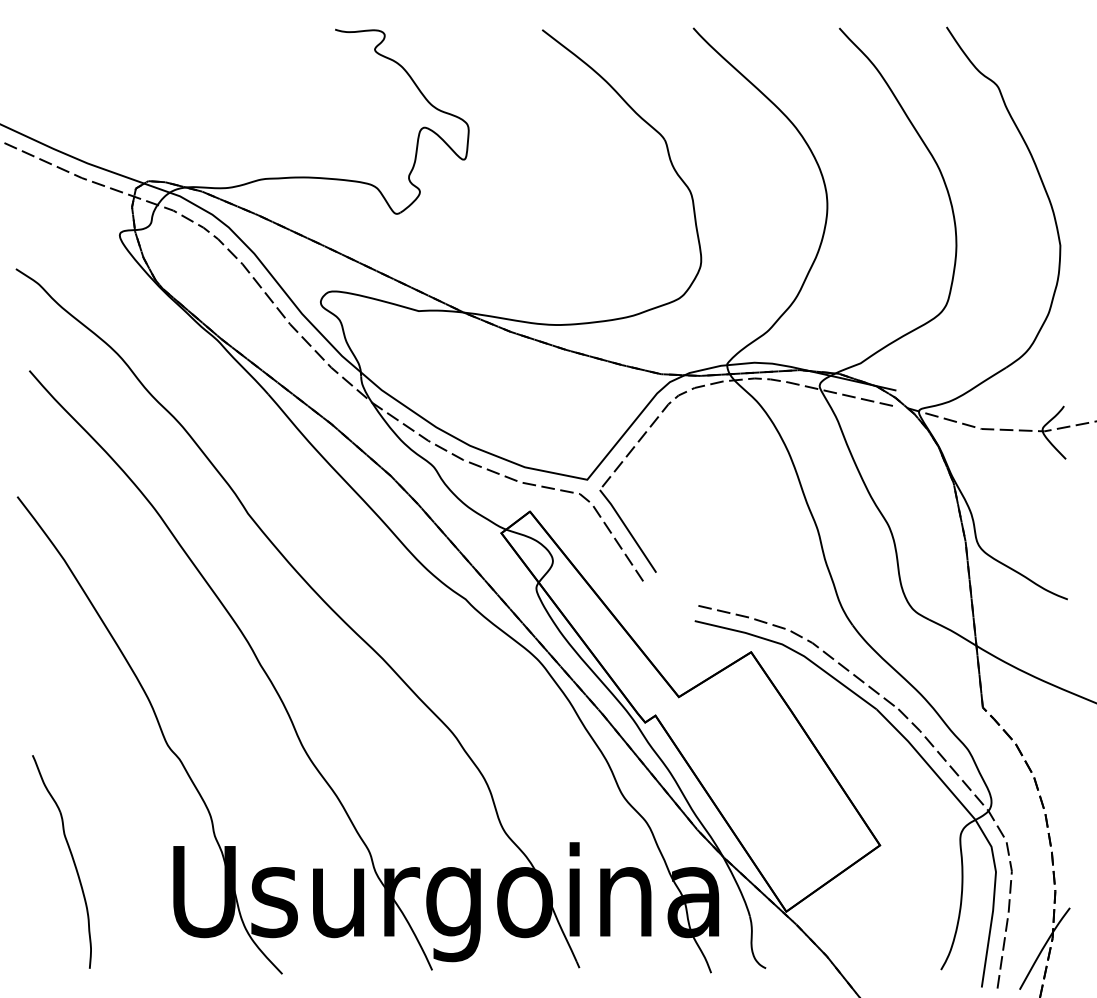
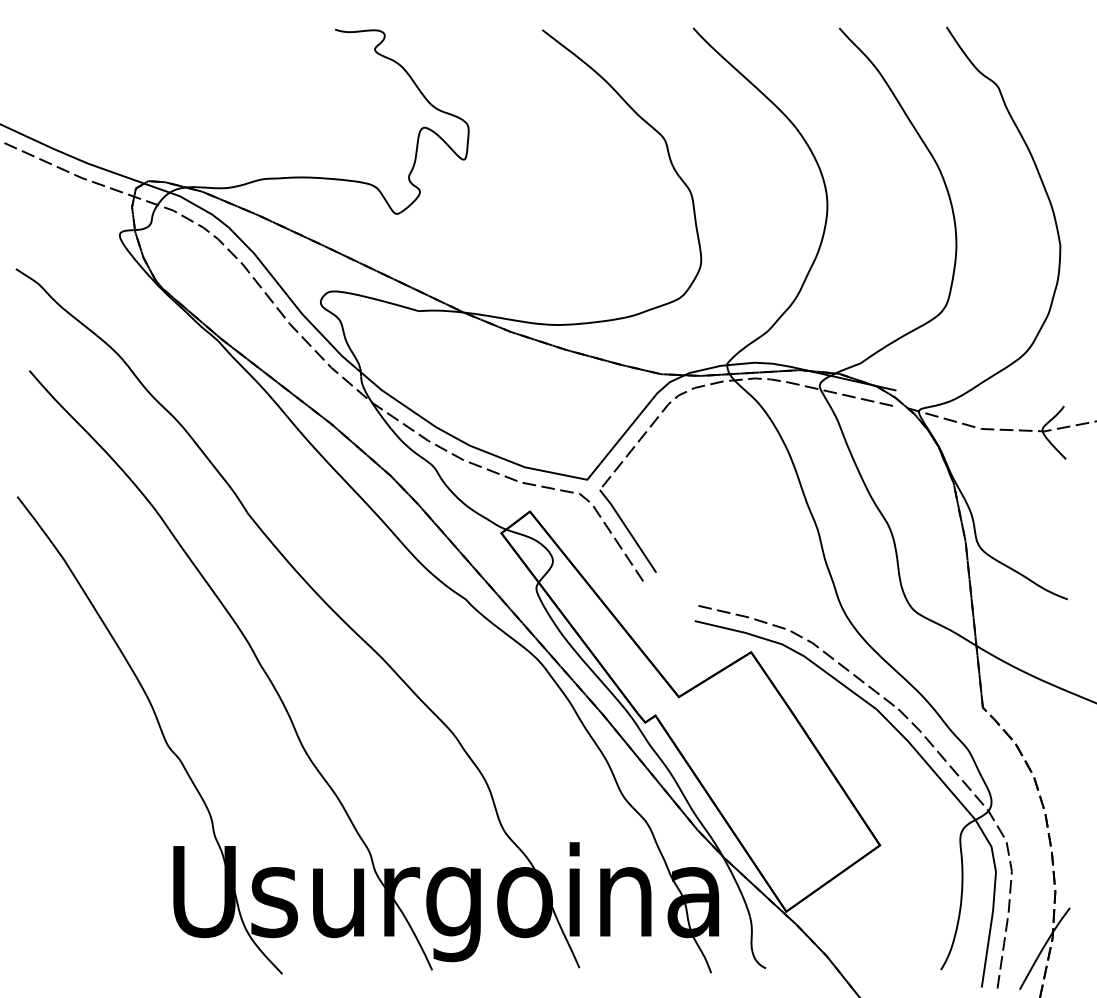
part at (71, 857): present -> none
